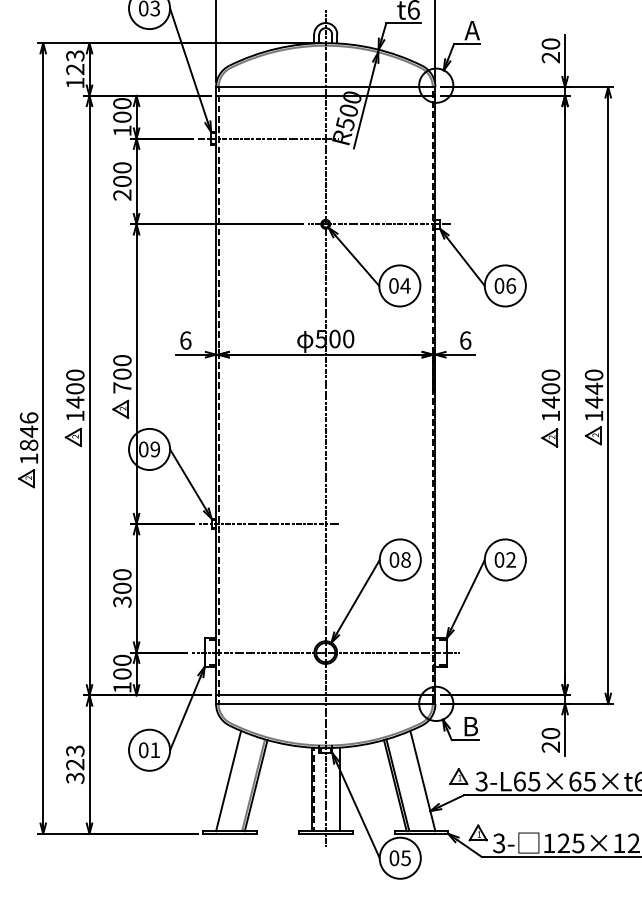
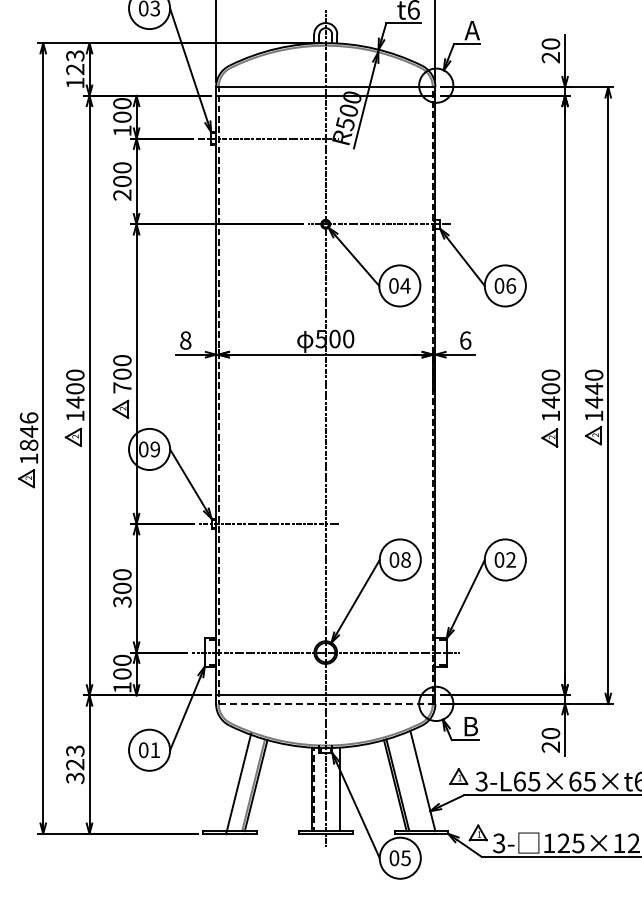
text at (185, 340): 6 -> 8
line at (325, 704): solid -> dashed
line at (228, 780) position: (228, 780) -> (238, 783)
